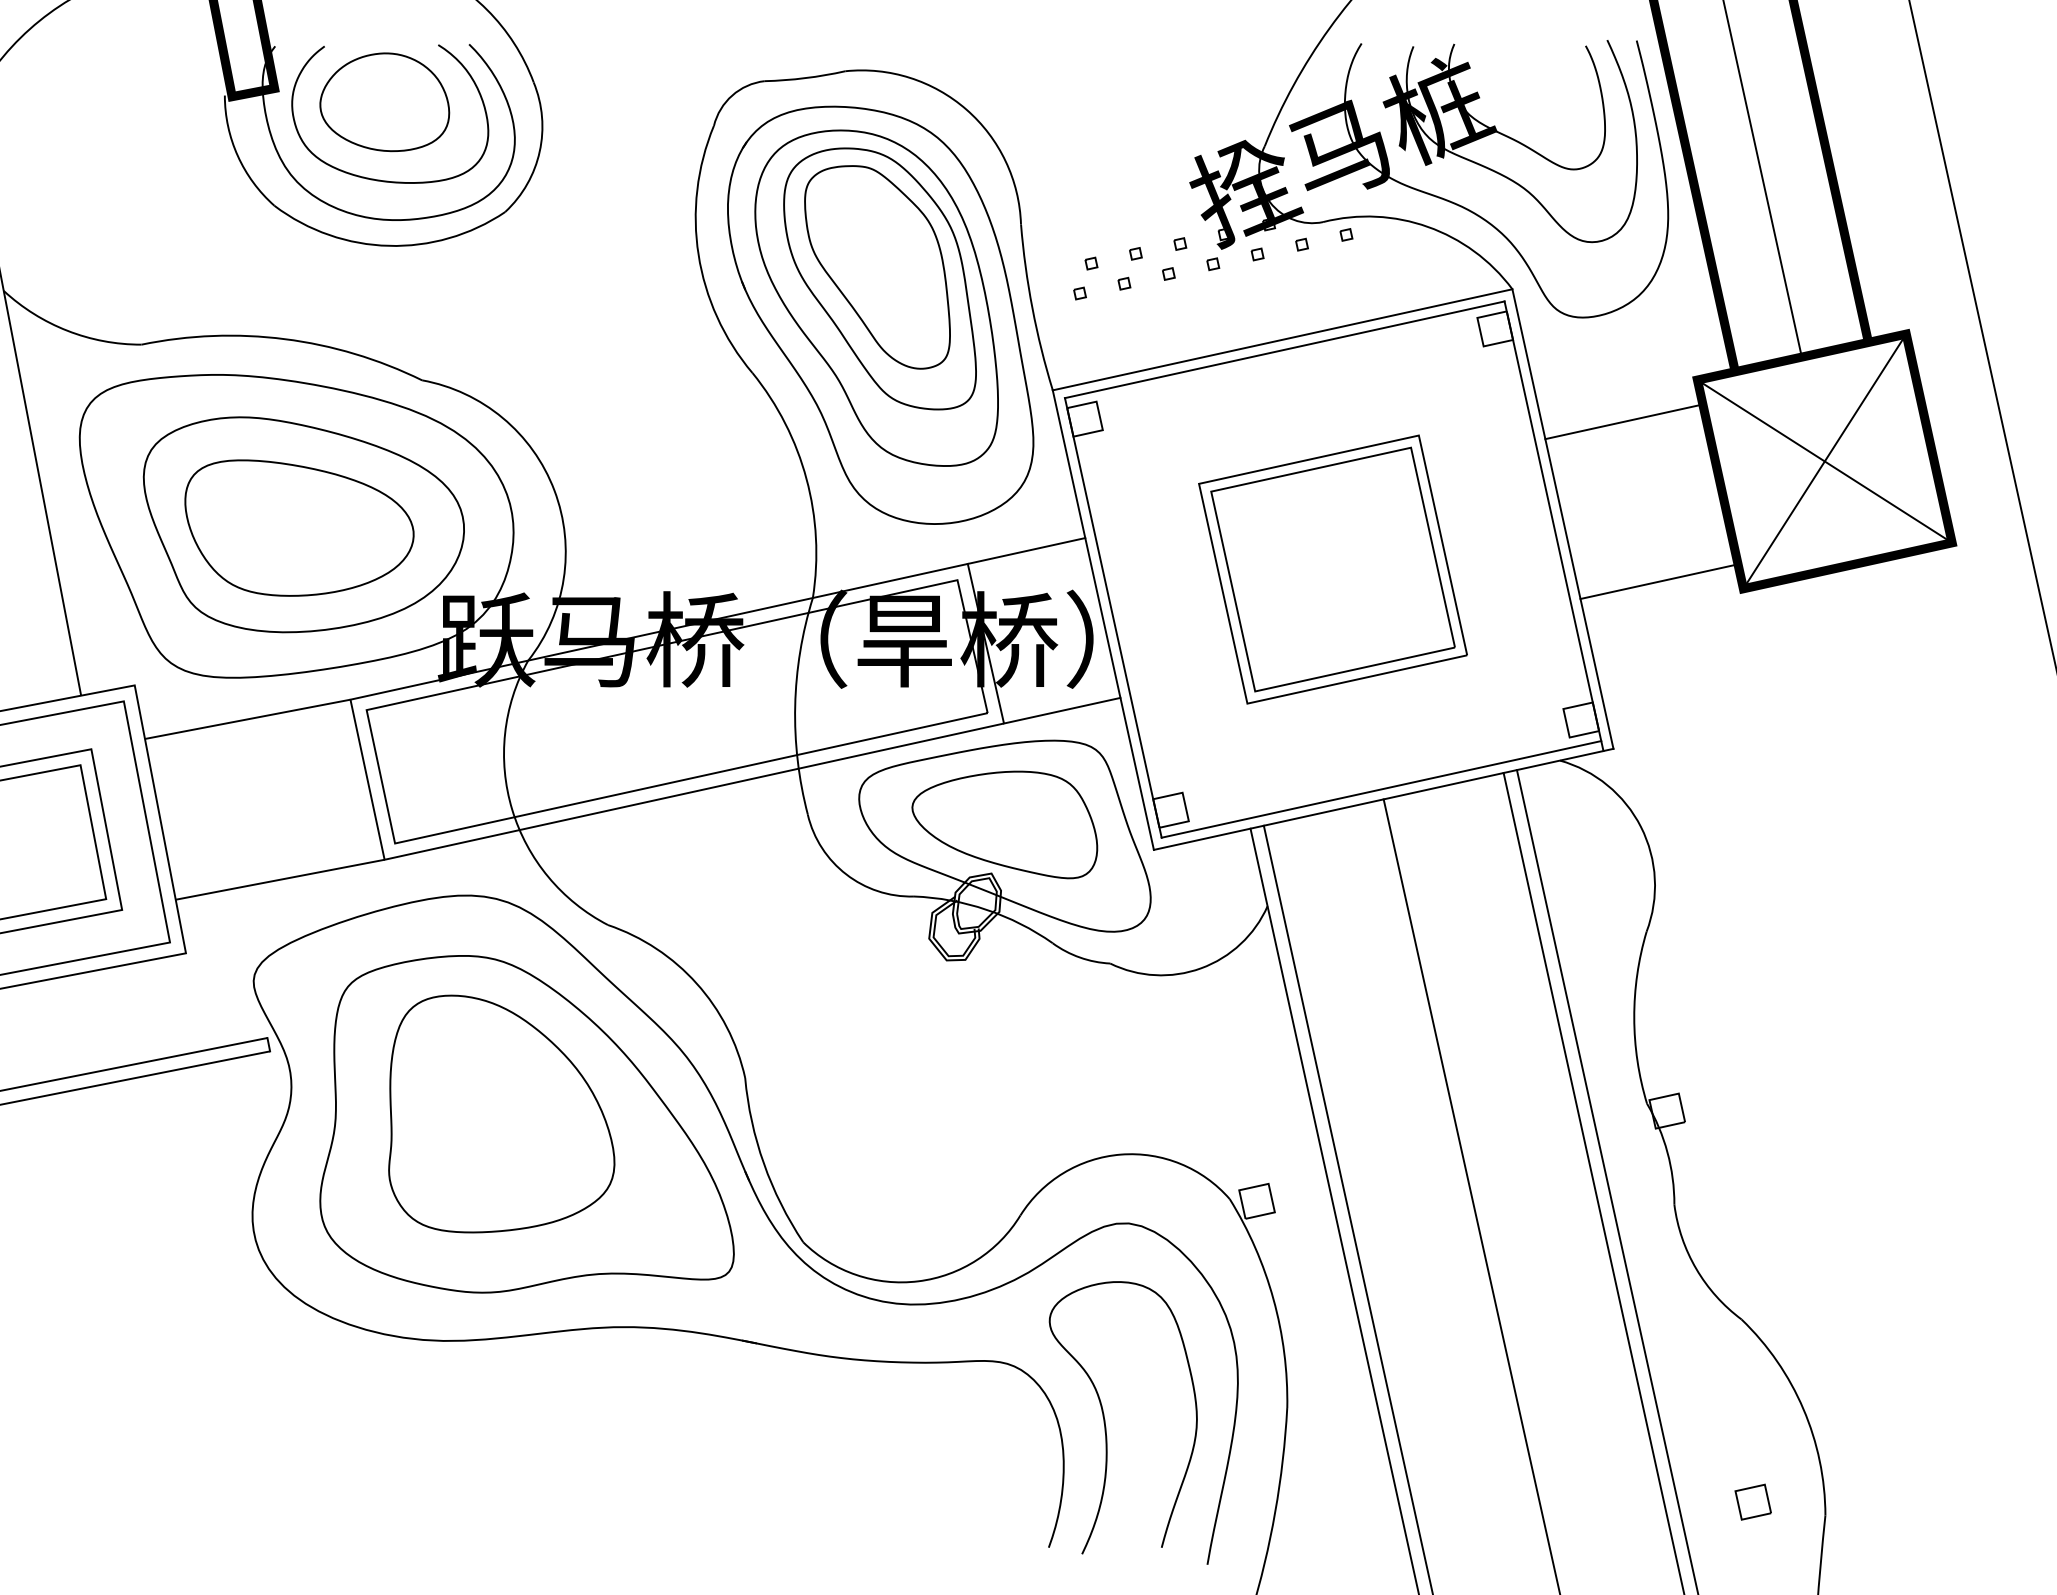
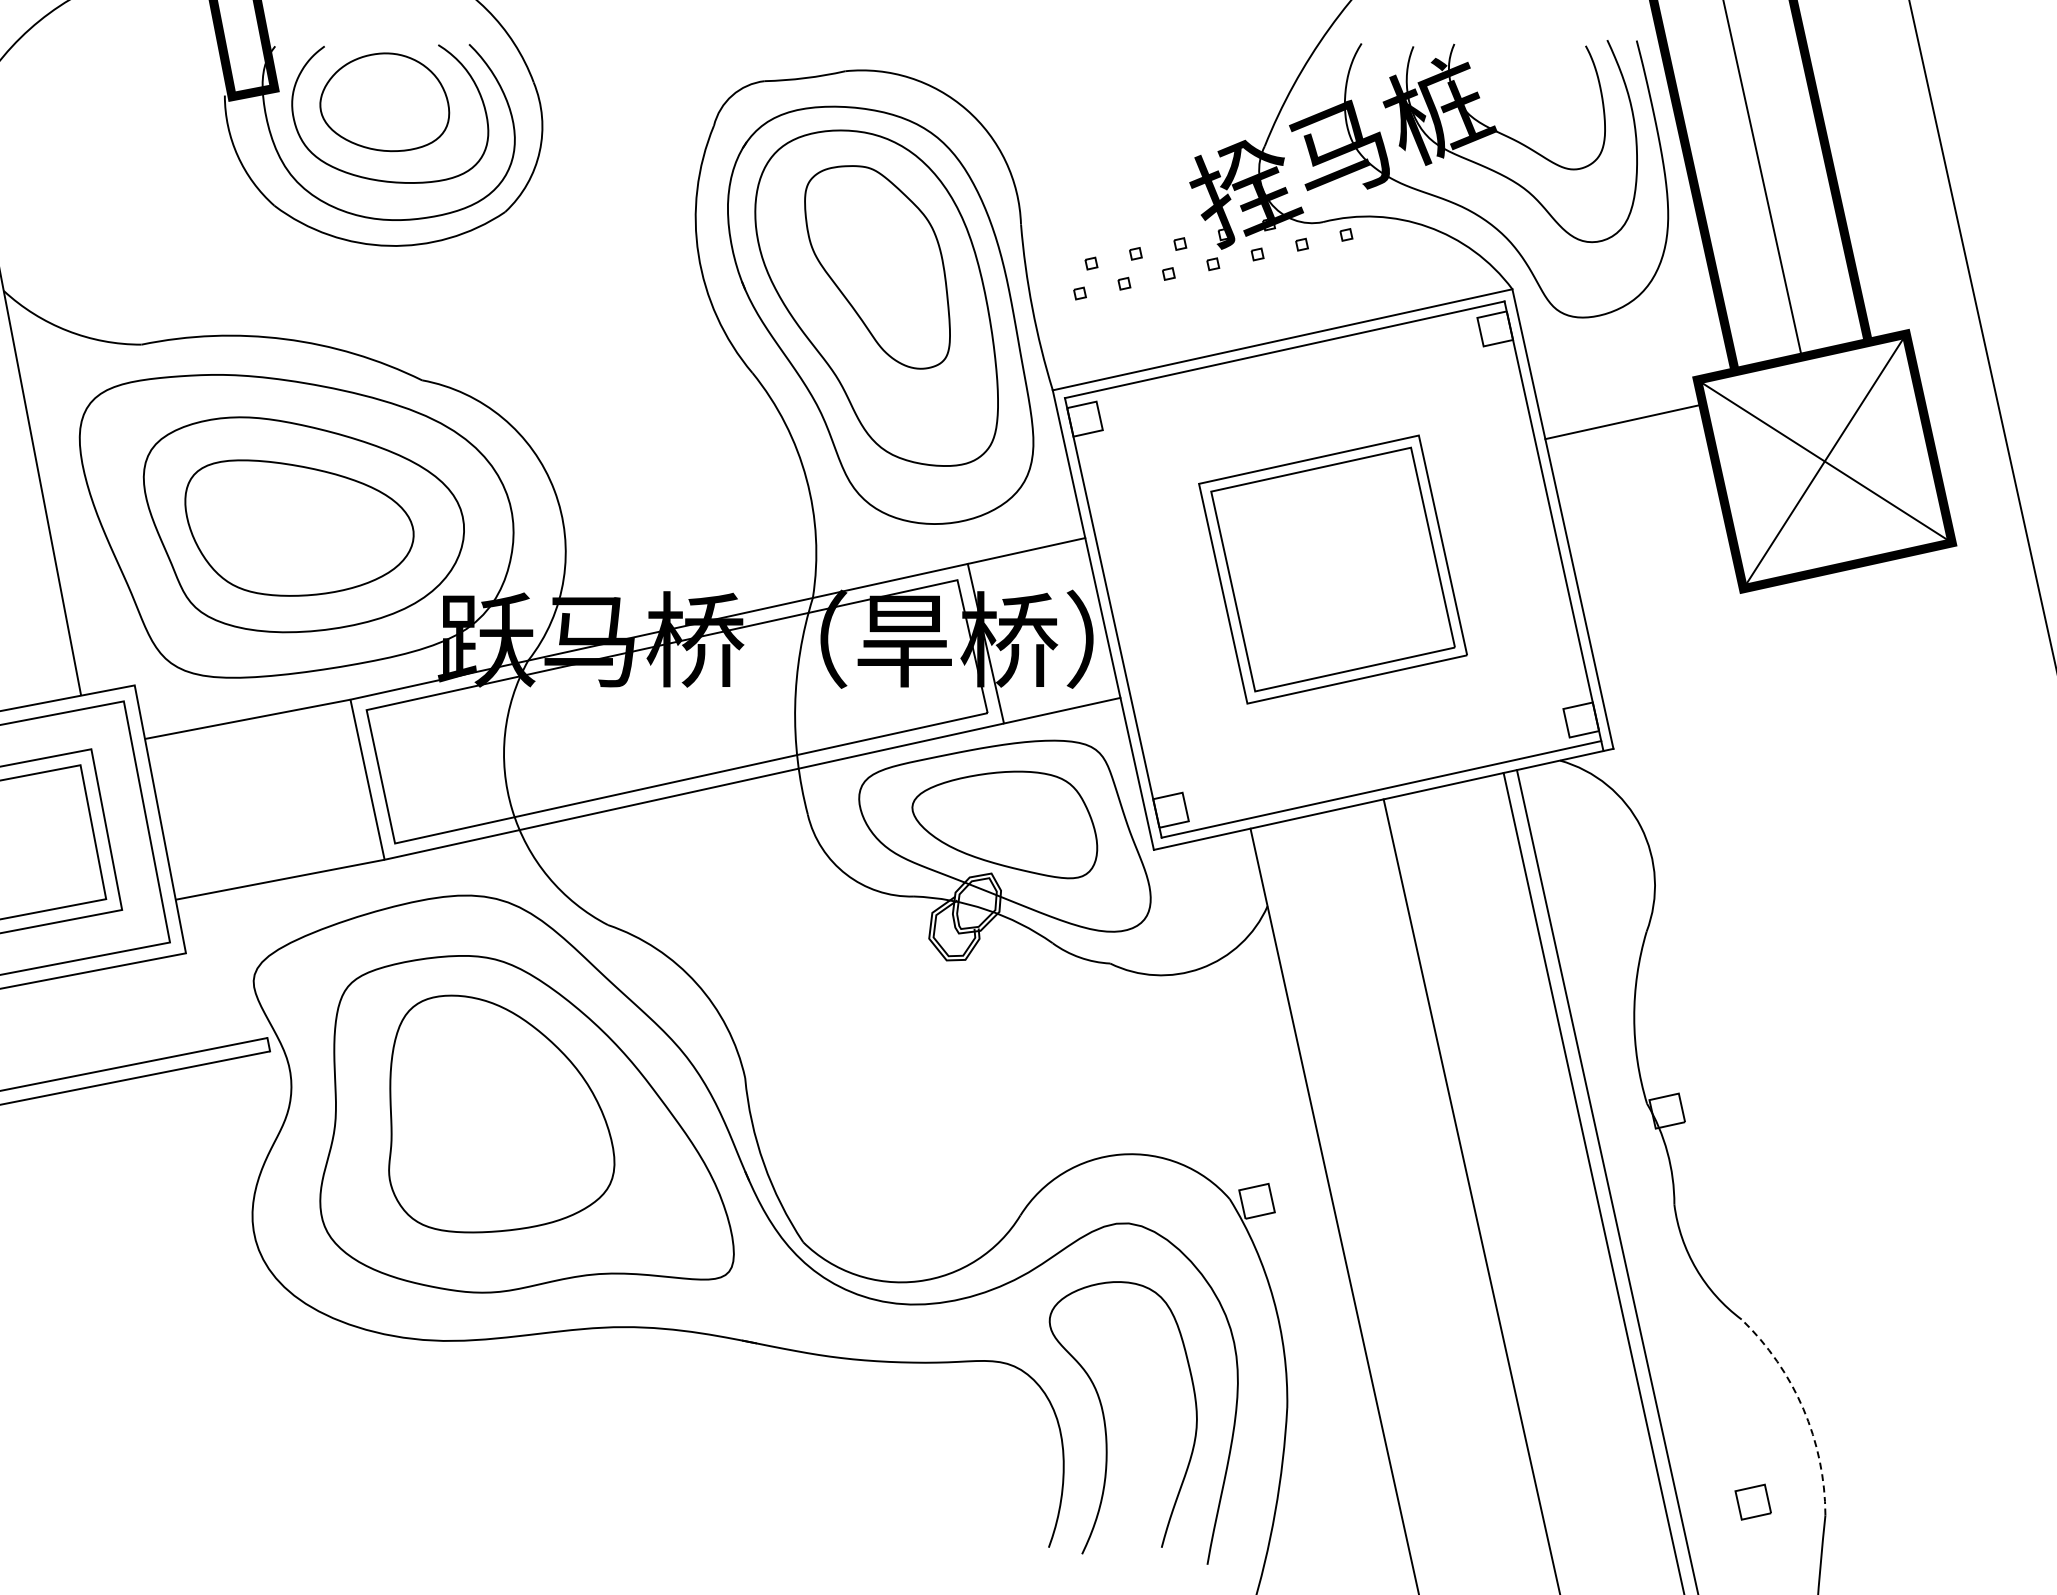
part at (879, 278): present -> none
line at (1659, 581): present -> none
line at (1347, 1208): present -> none
arc at (1803, 1409): solid -> dashed
